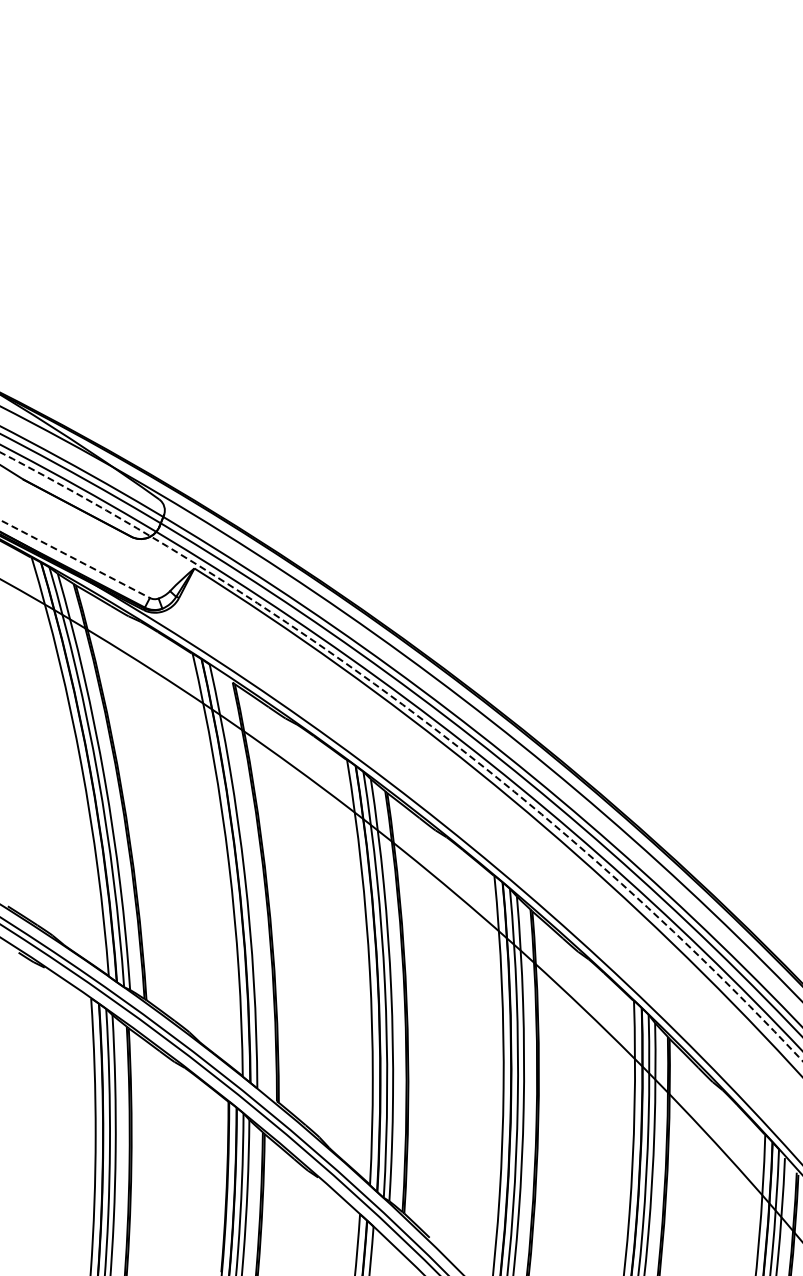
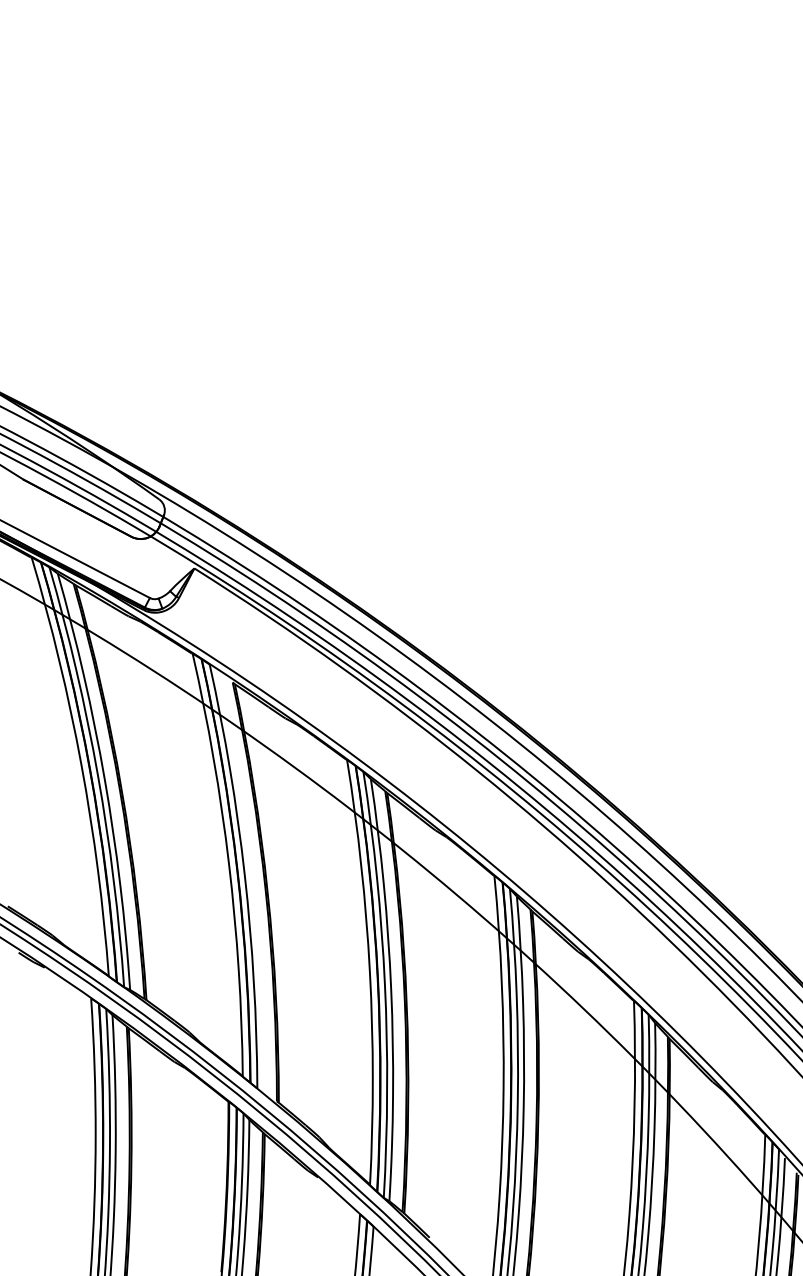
line at (75, 559): dashed -> solid
arc at (427, 723): dashed -> solid
